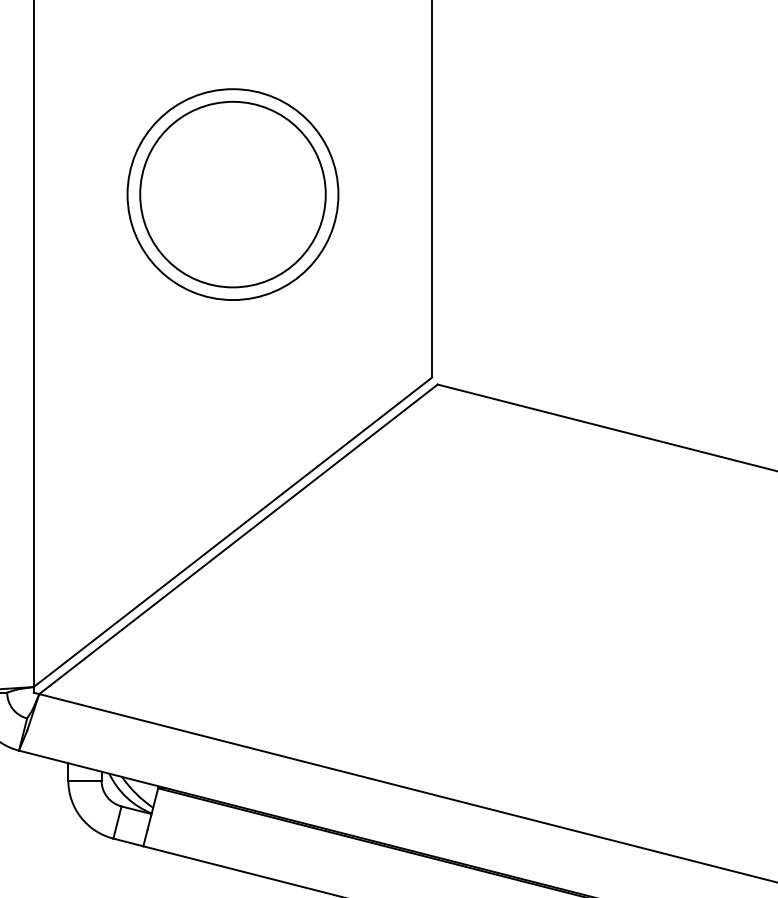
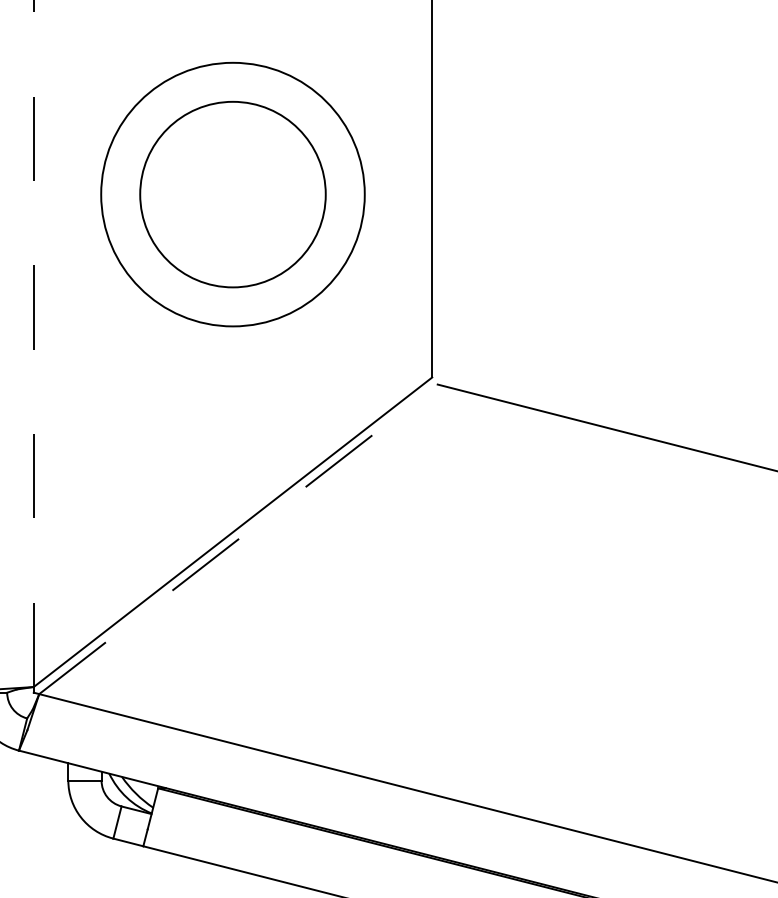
circle at (232, 194) diameter: 211 px -> 264 px
line at (33, 343): solid -> dashed
line at (238, 539): solid -> dashed
